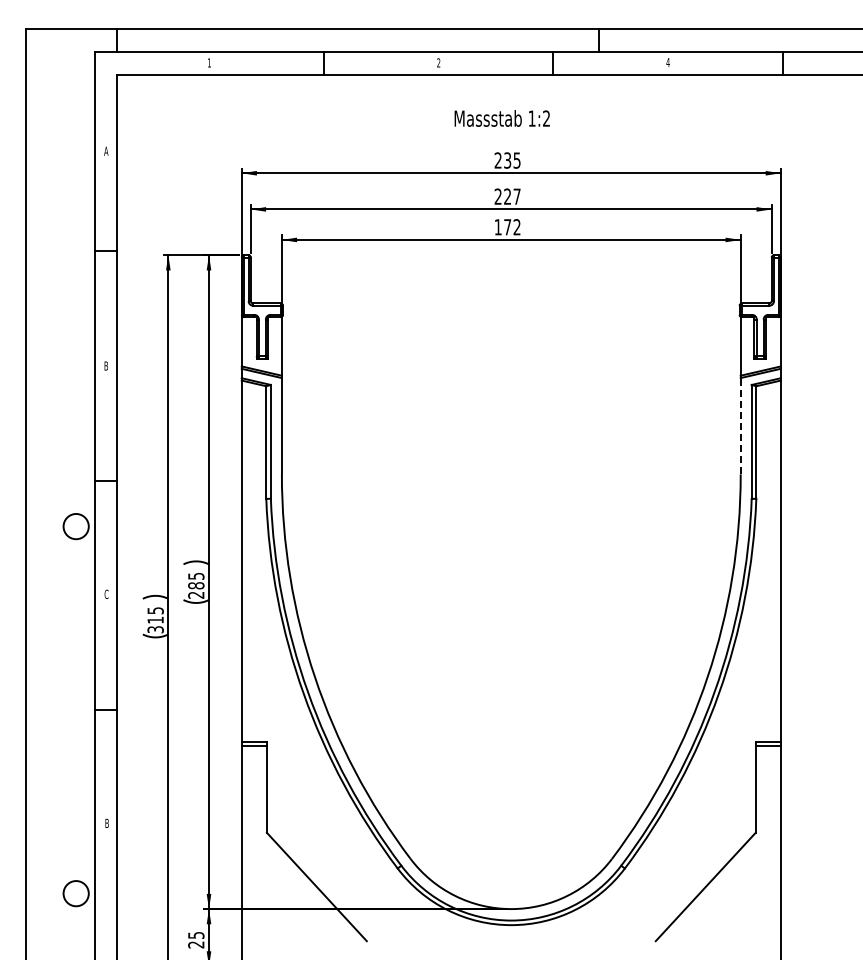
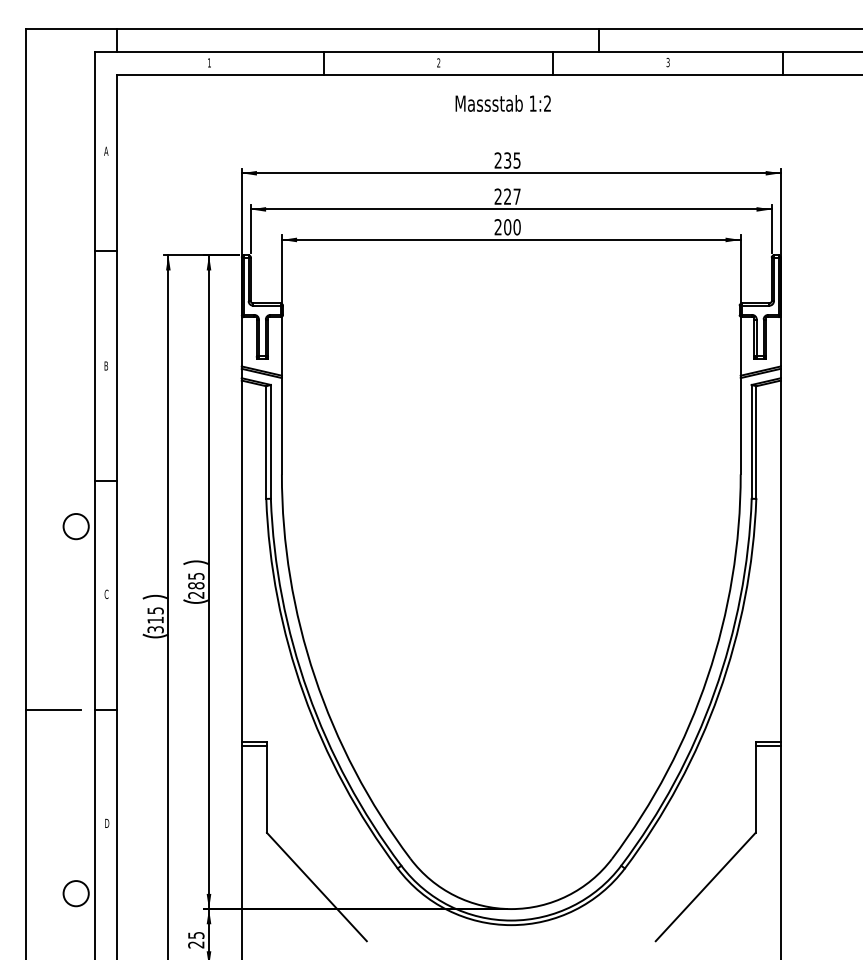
text at (667, 62): 4 -> 3
text at (501, 118) position: (501, 118) -> (502, 103)
text at (507, 227): 172 -> 200
line at (740, 425): dashed -> solid
line at (52, 710): none -> present
text at (107, 823): B -> D
